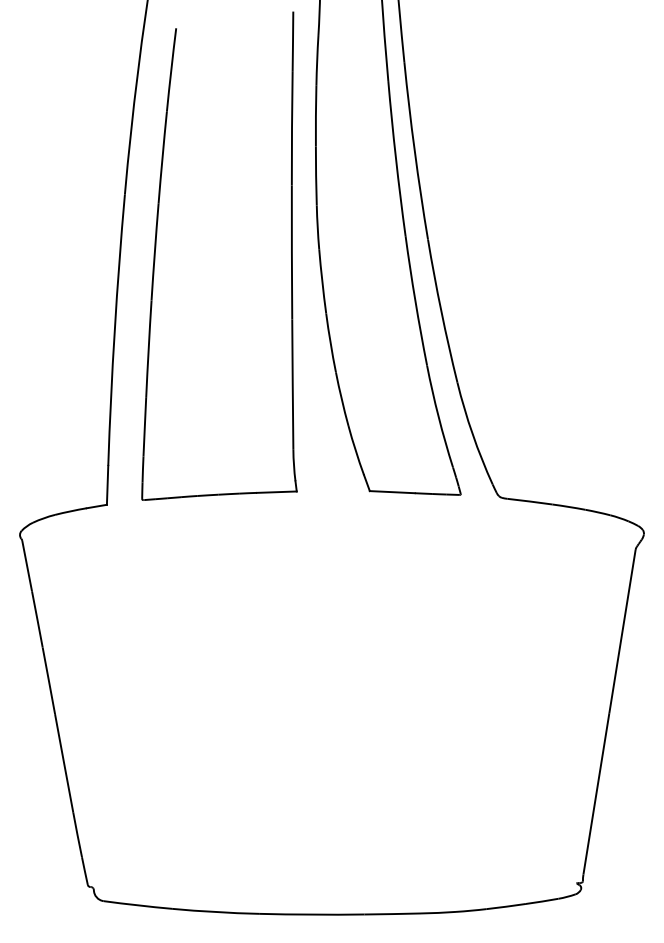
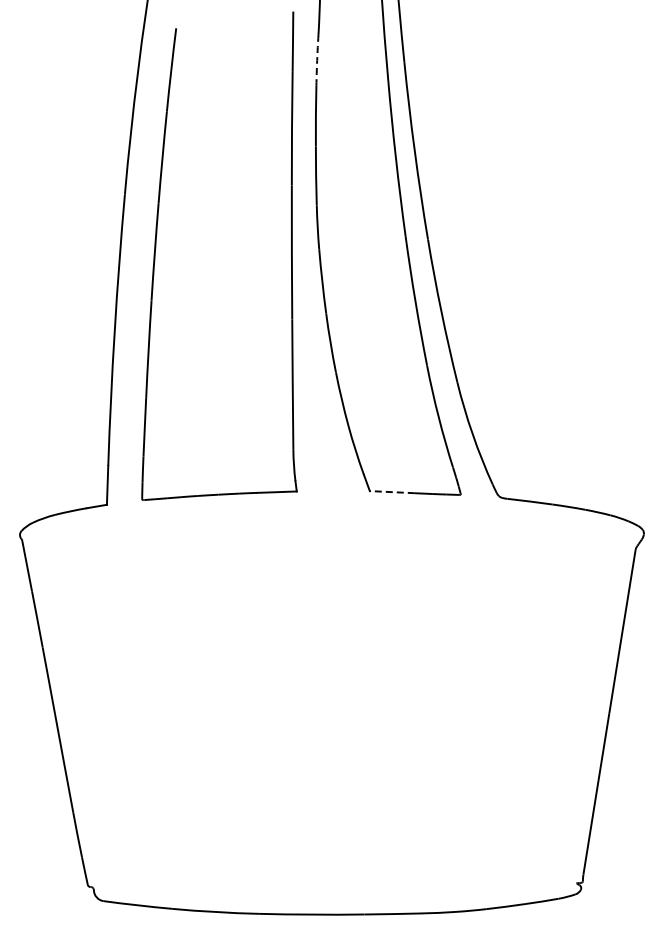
arc at (317, 60): solid -> dashed
line at (392, 492): solid -> dashed
